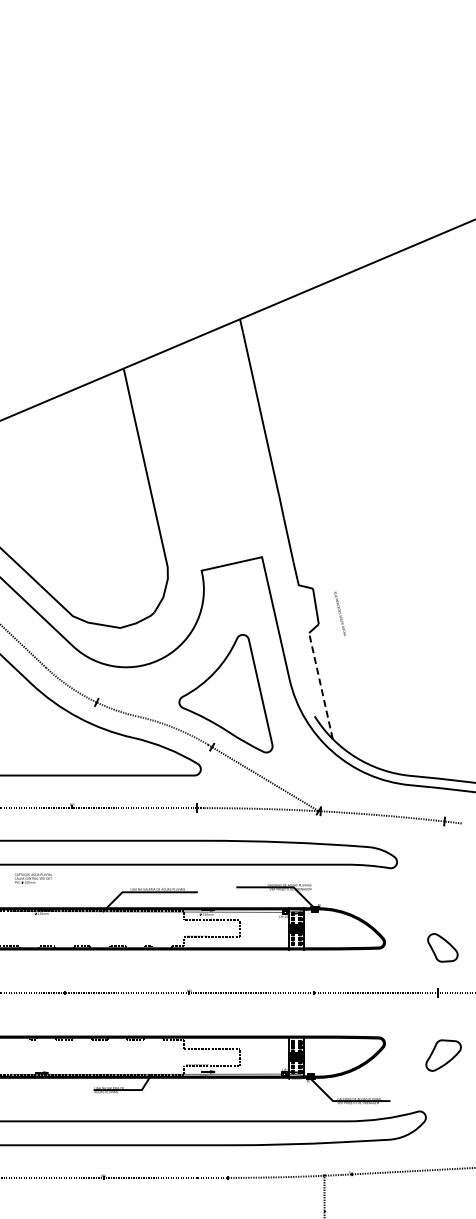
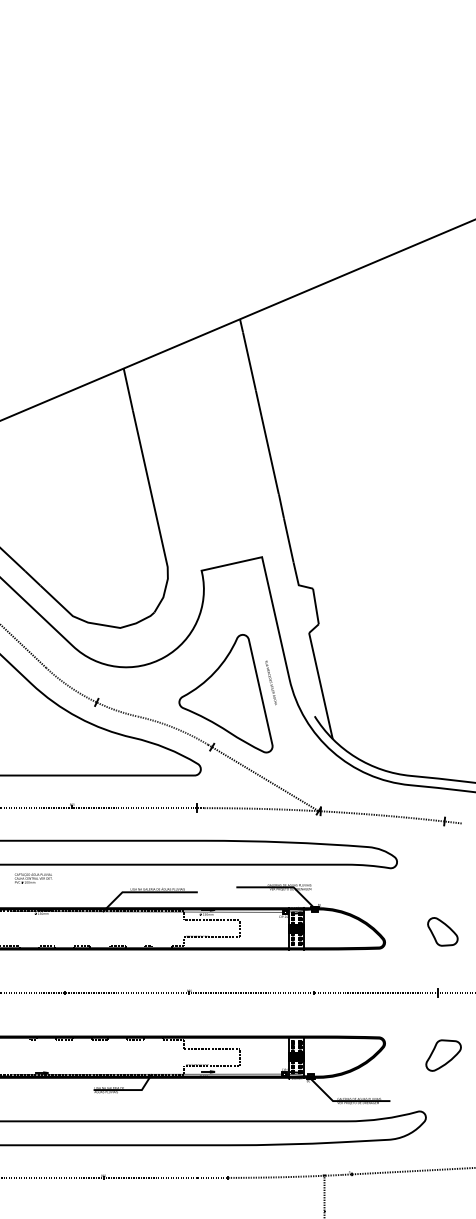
text at (339, 613) position: (339, 613) -> (270, 682)
line at (320, 685): dashed -> solid
part at (442, 947) position: (442, 947) -> (442, 931)
